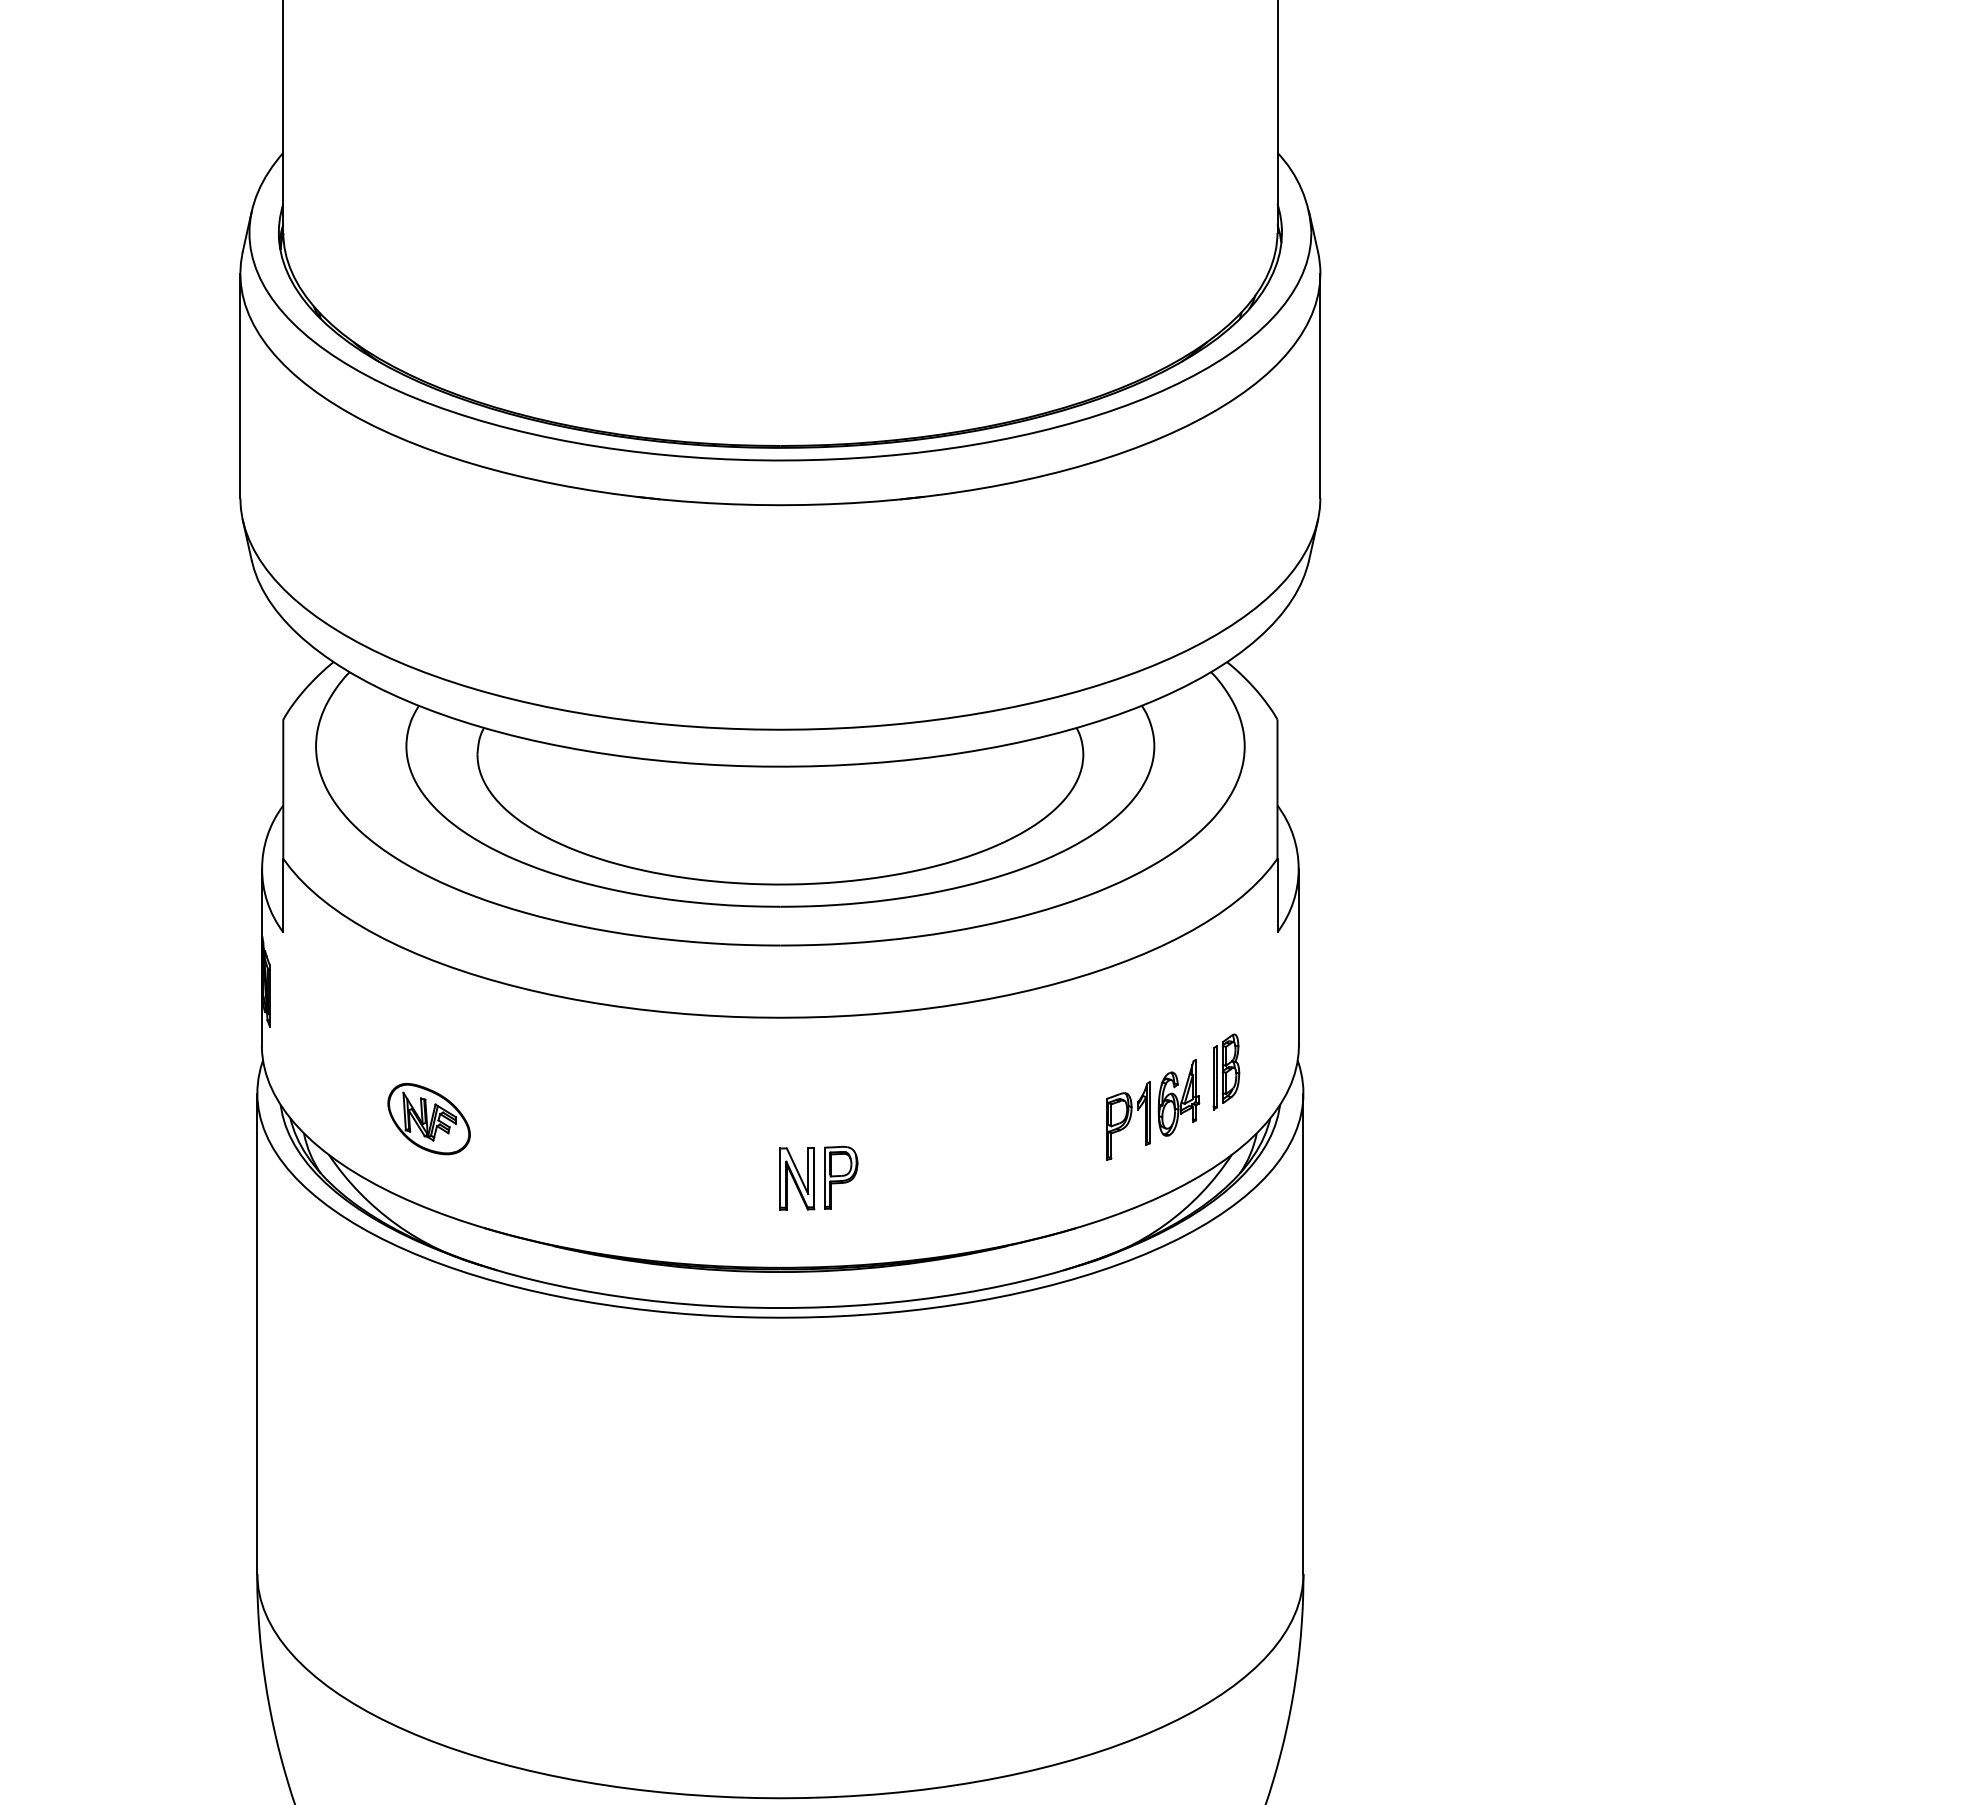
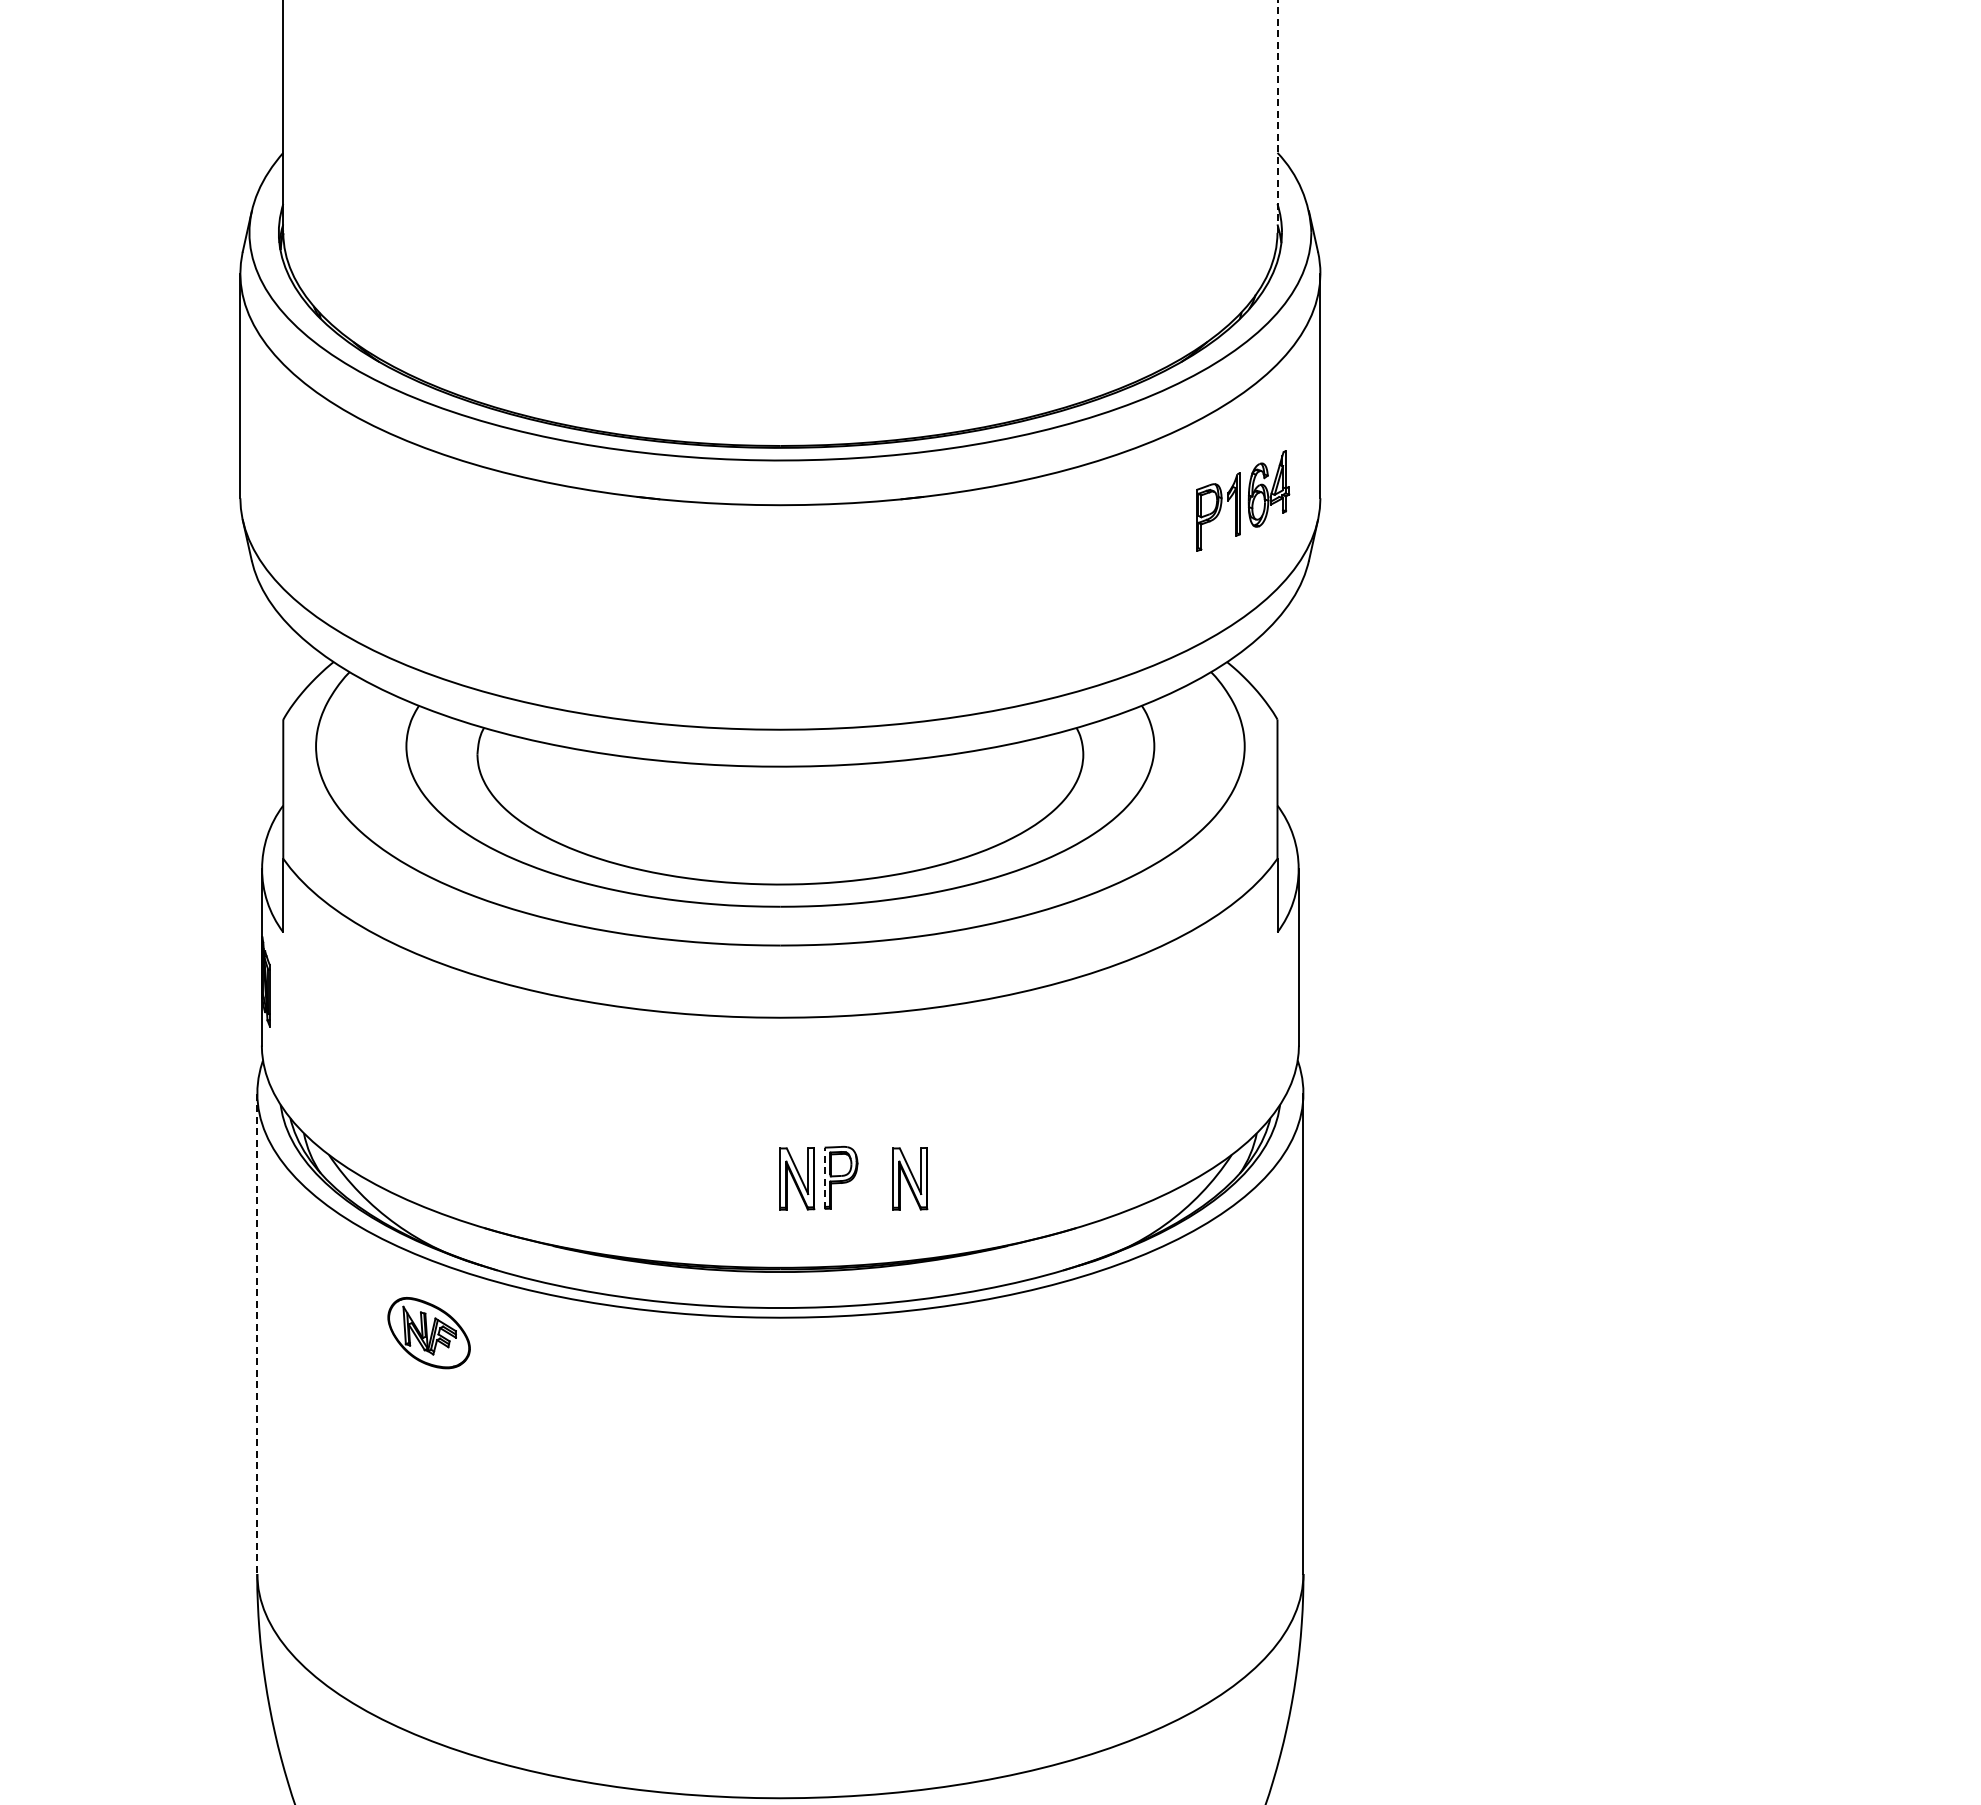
line at (1277, 116): solid -> dashed
part at (1226, 1071): present -> none
part at (1153, 1109) position: (1153, 1109) -> (1243, 500)
part at (428, 1119) position: (428, 1119) -> (428, 1333)
line at (824, 1178): solid -> dashed
part at (910, 1178): none -> present
line at (257, 1334): solid -> dashed
